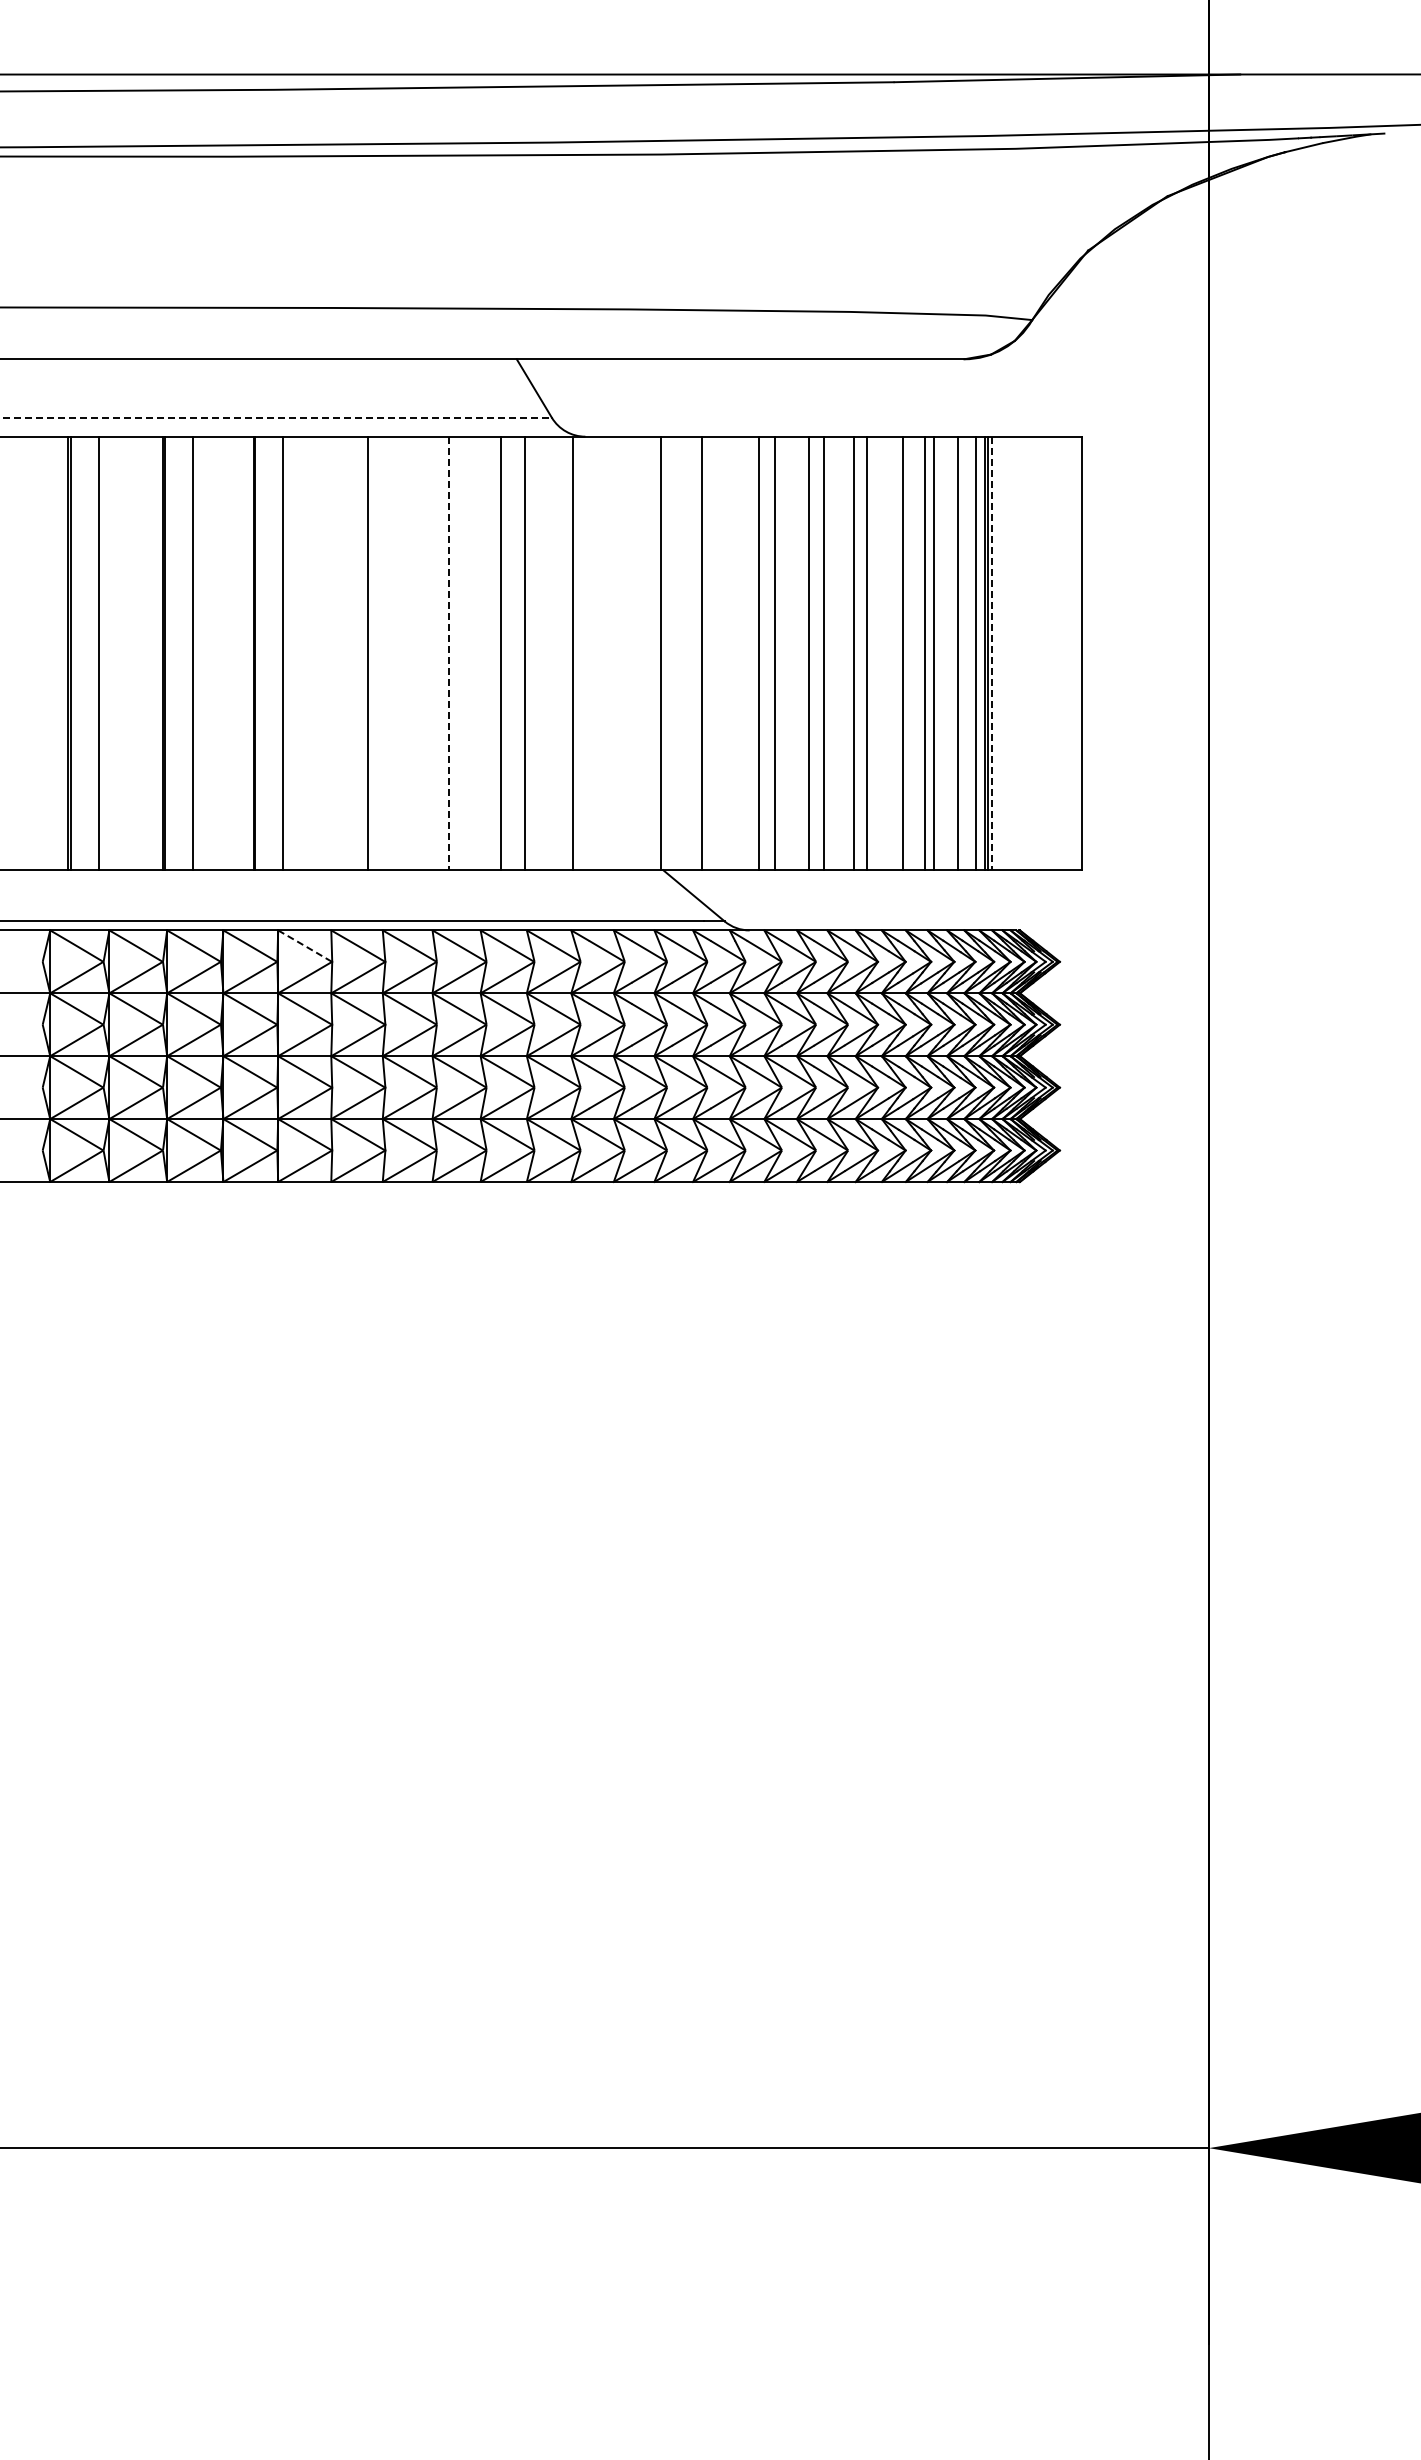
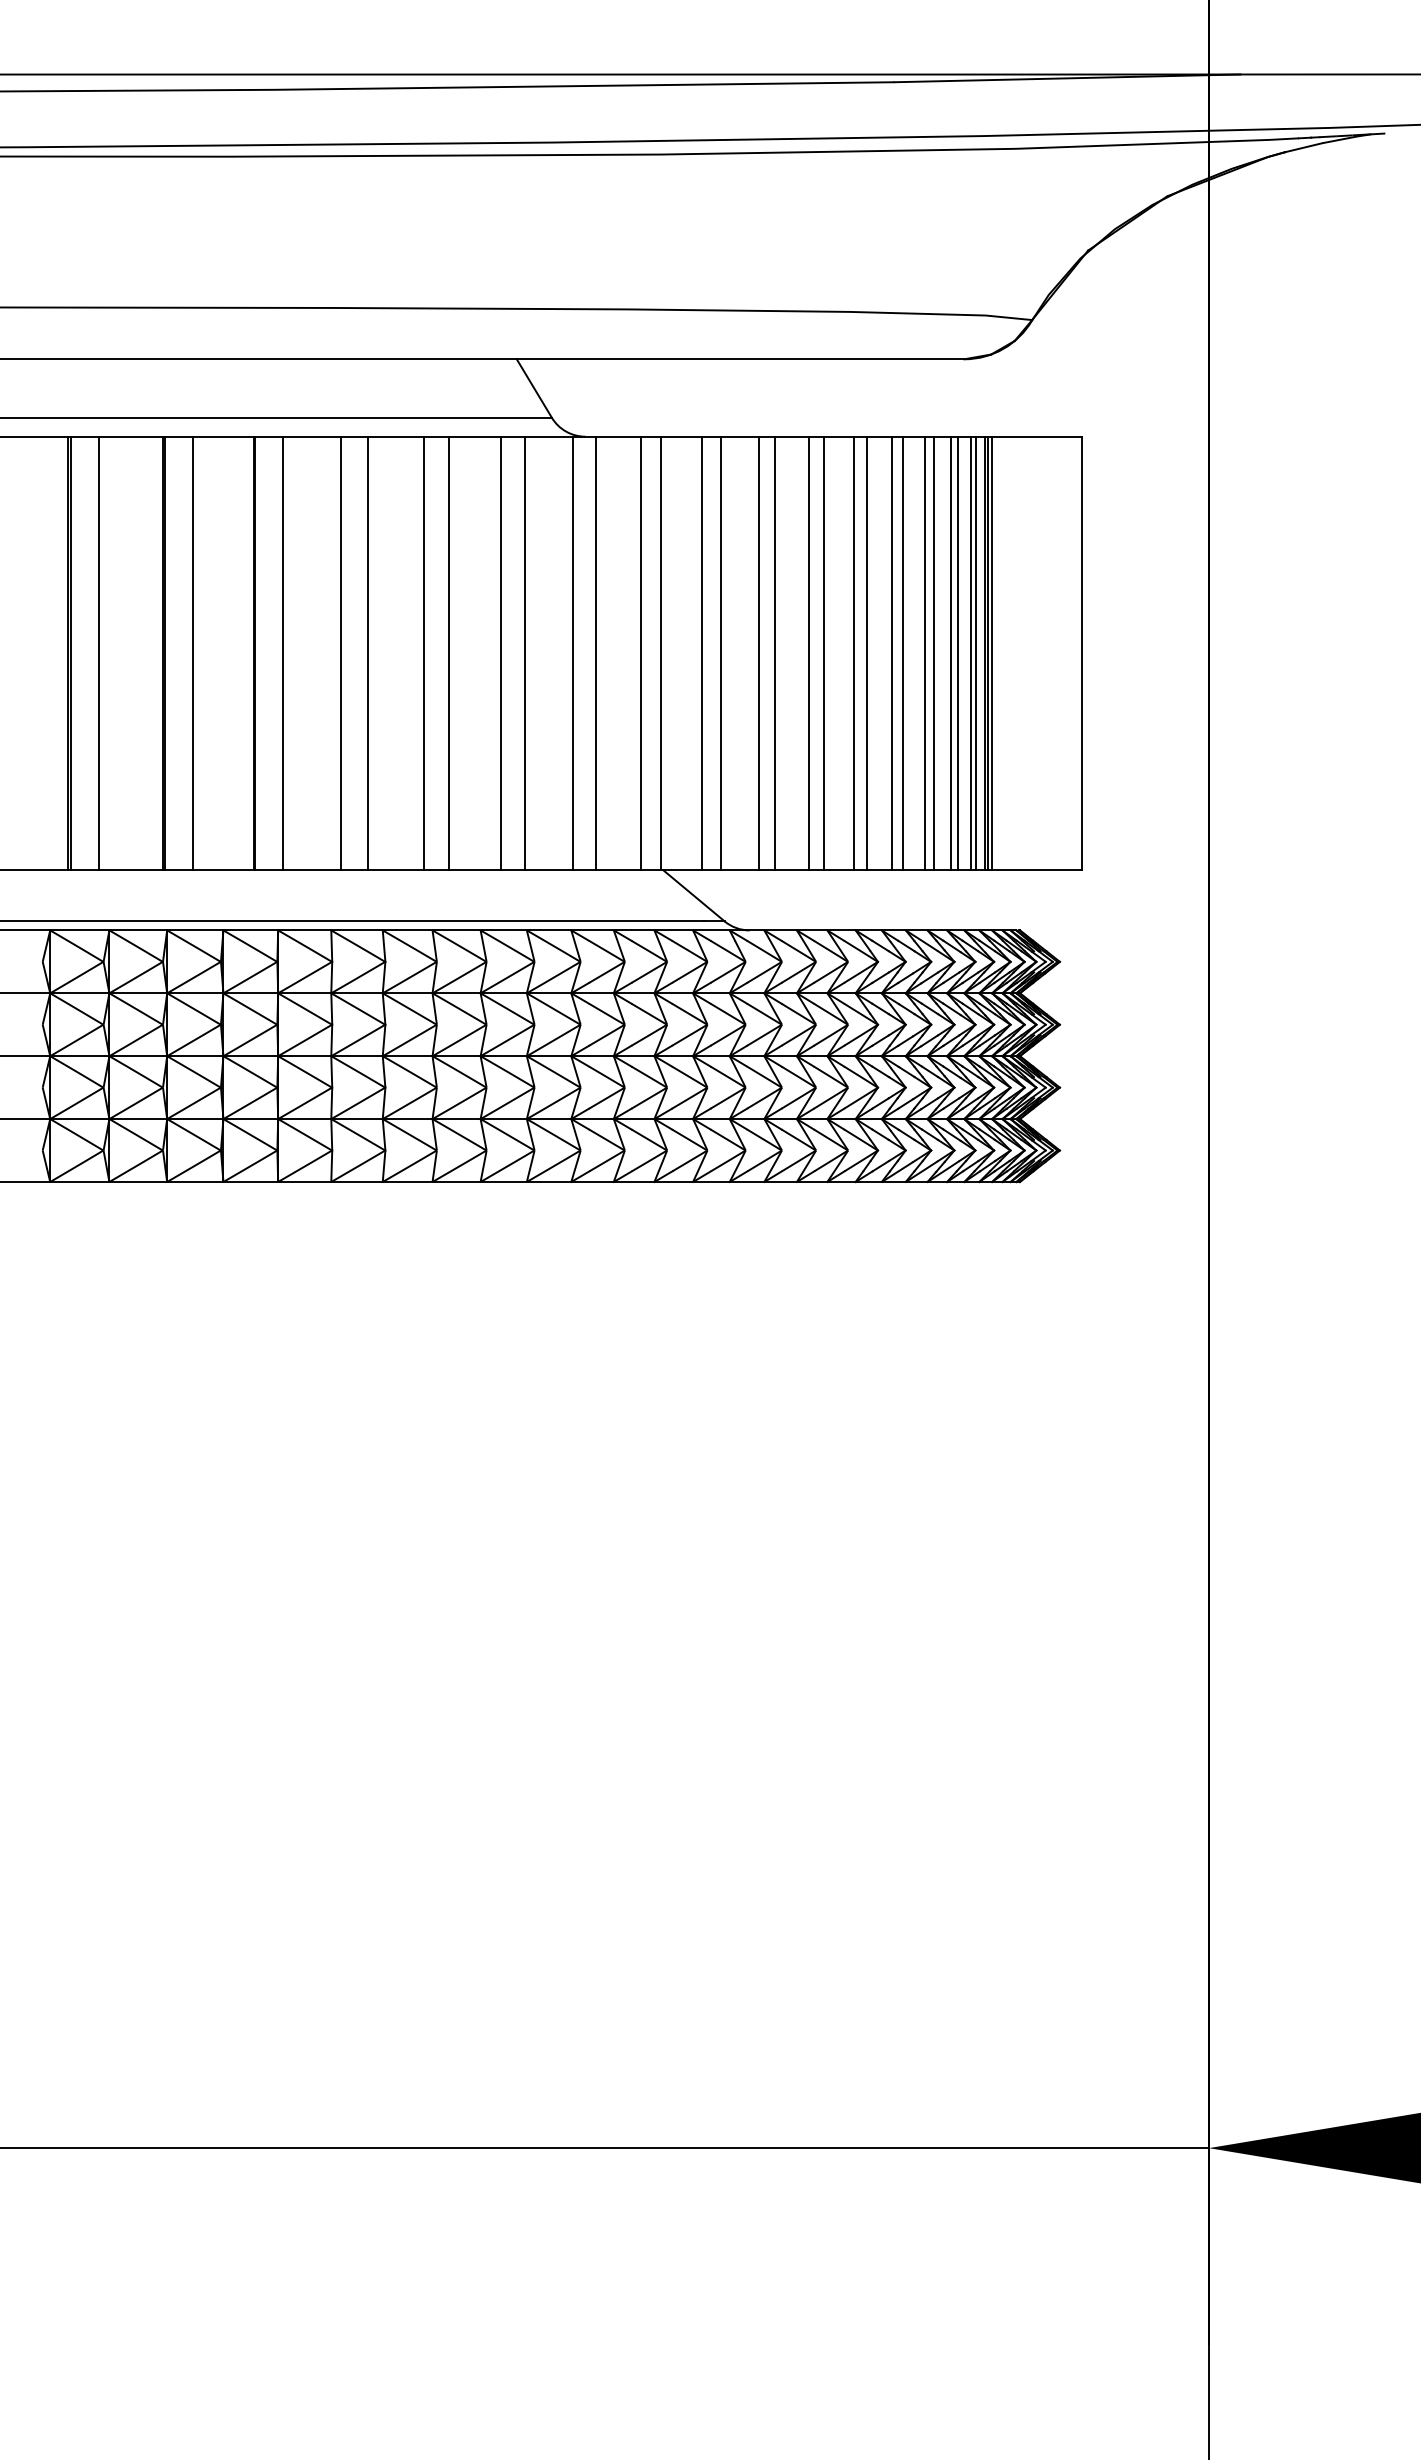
line at (276, 417): dashed -> solid
line at (341, 653): none -> present
line at (423, 653): none -> present
line at (448, 653): dashed -> solid
line at (595, 653): none -> present
line at (640, 653): none -> present
line at (721, 653): none -> present
line at (892, 653): none -> present
line at (951, 653): none -> present
line at (971, 653): none -> present
line at (992, 653): dashed -> solid
line at (305, 946): dashed -> solid
